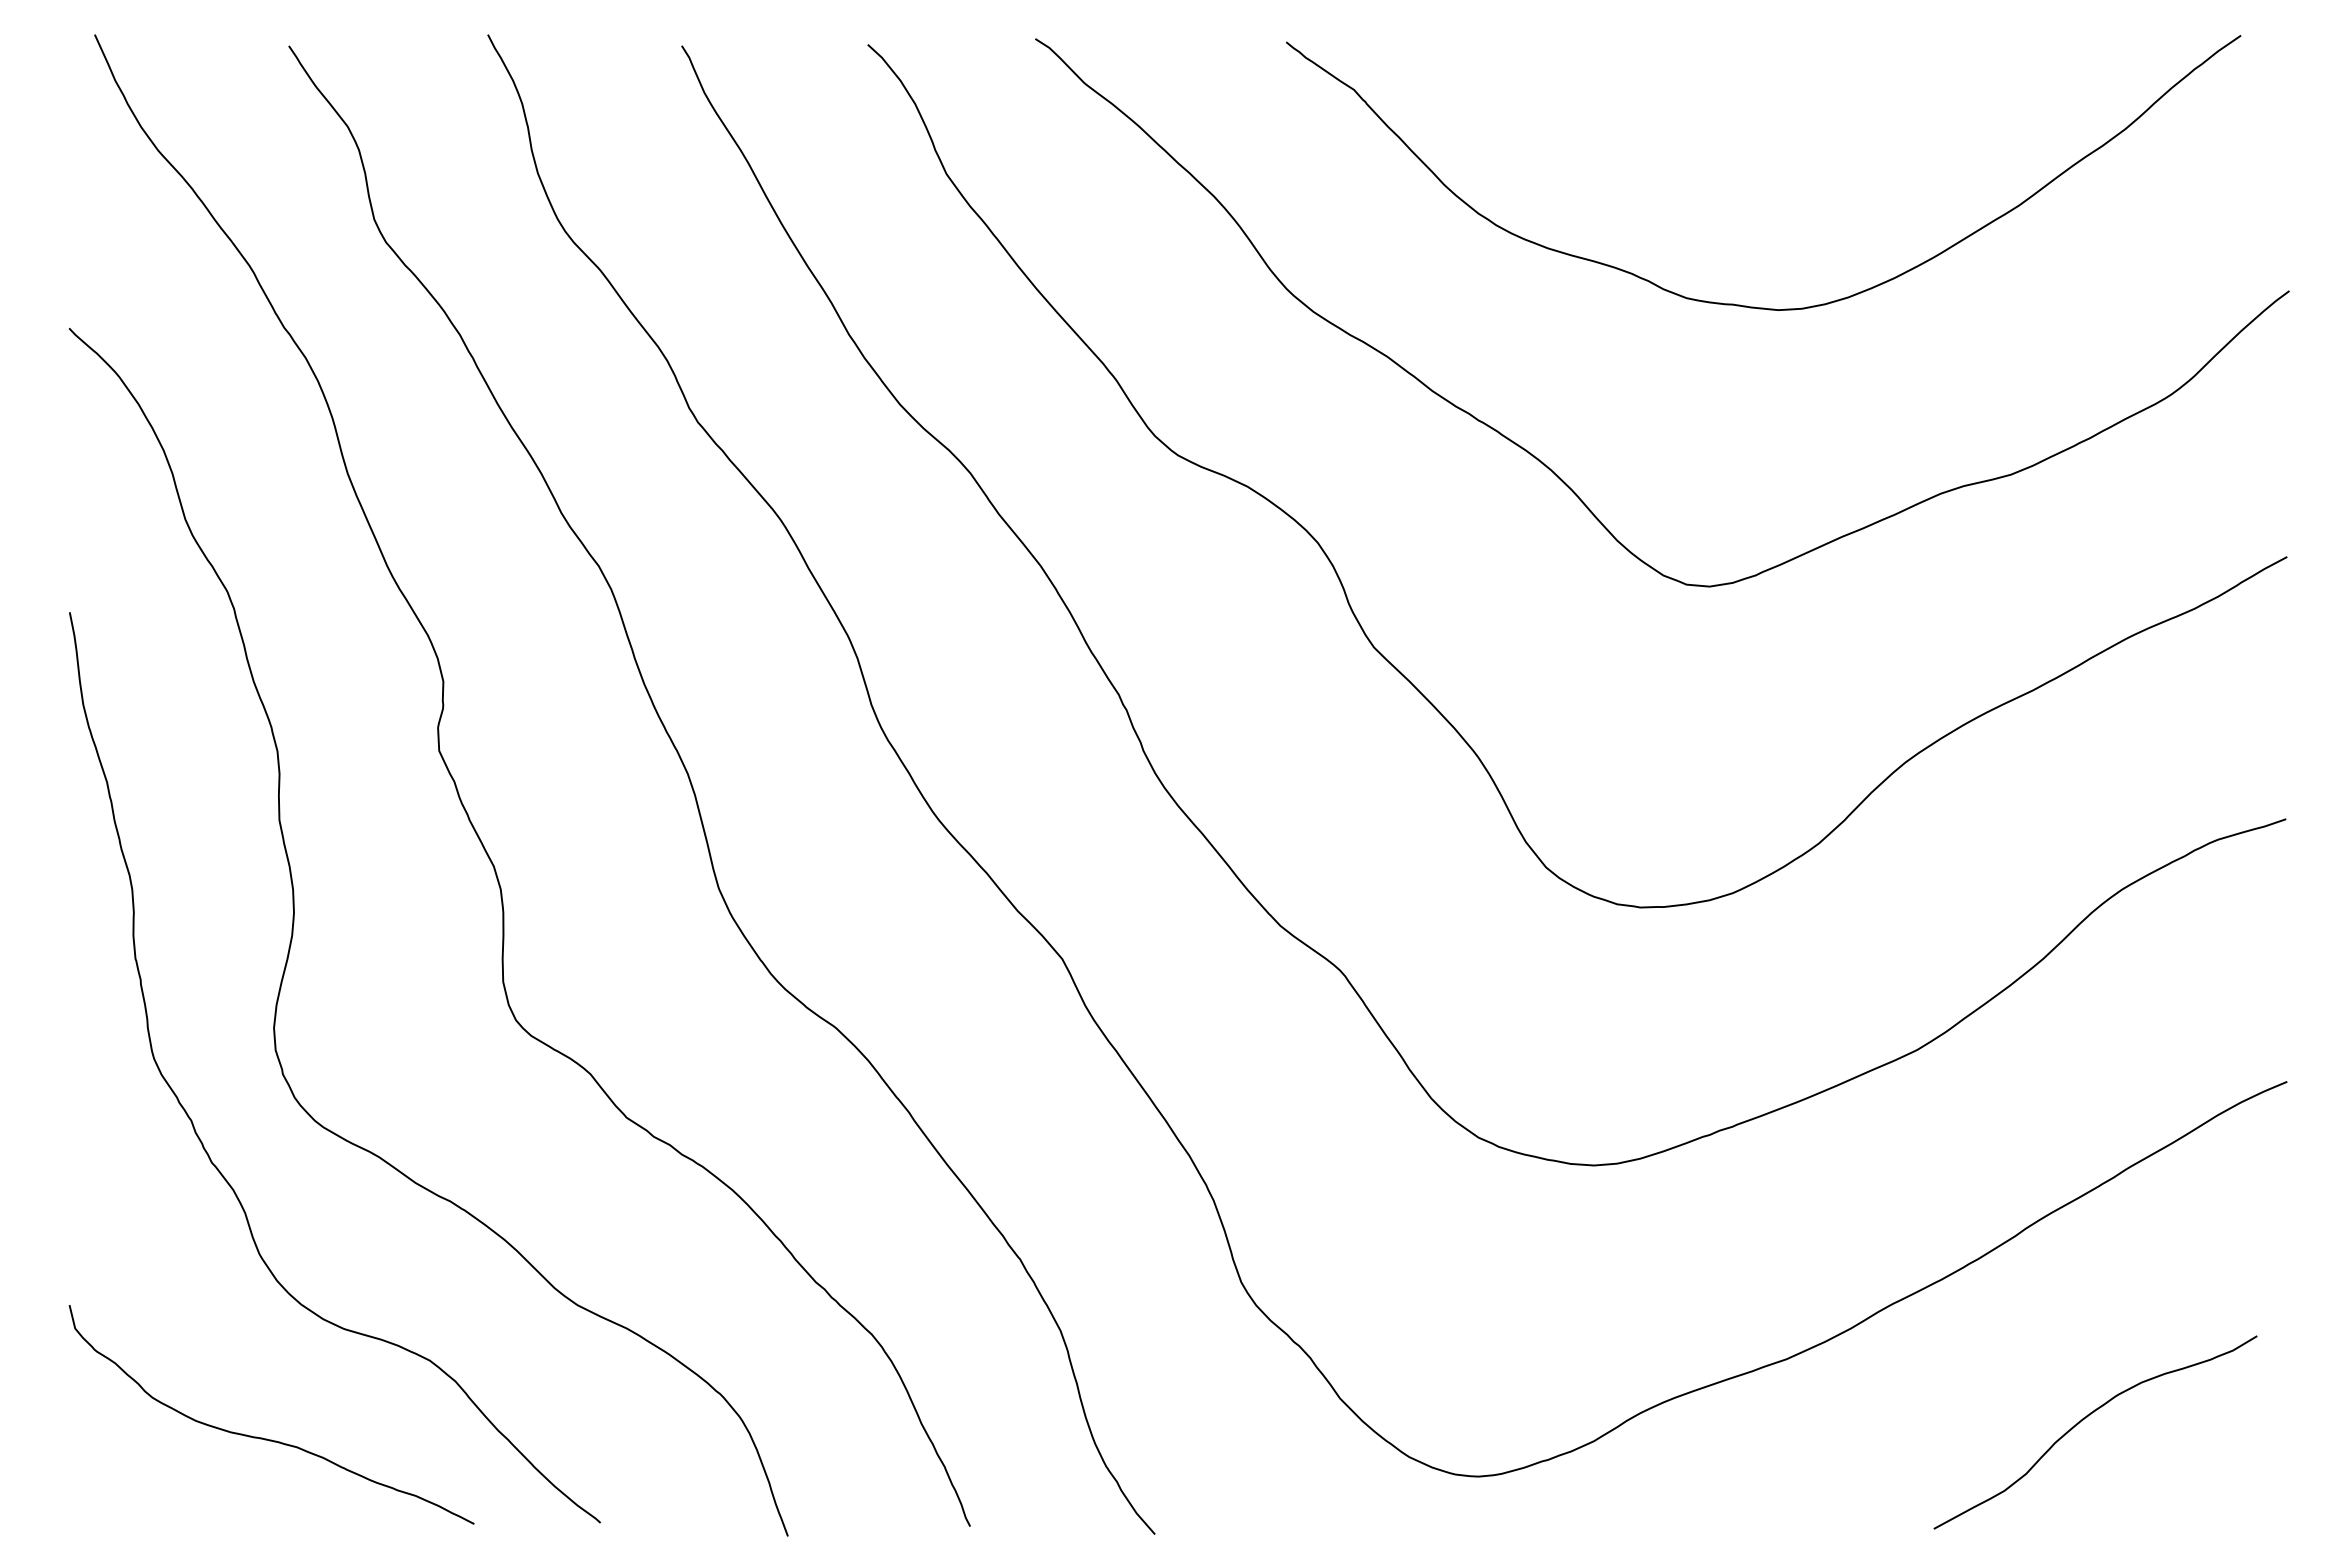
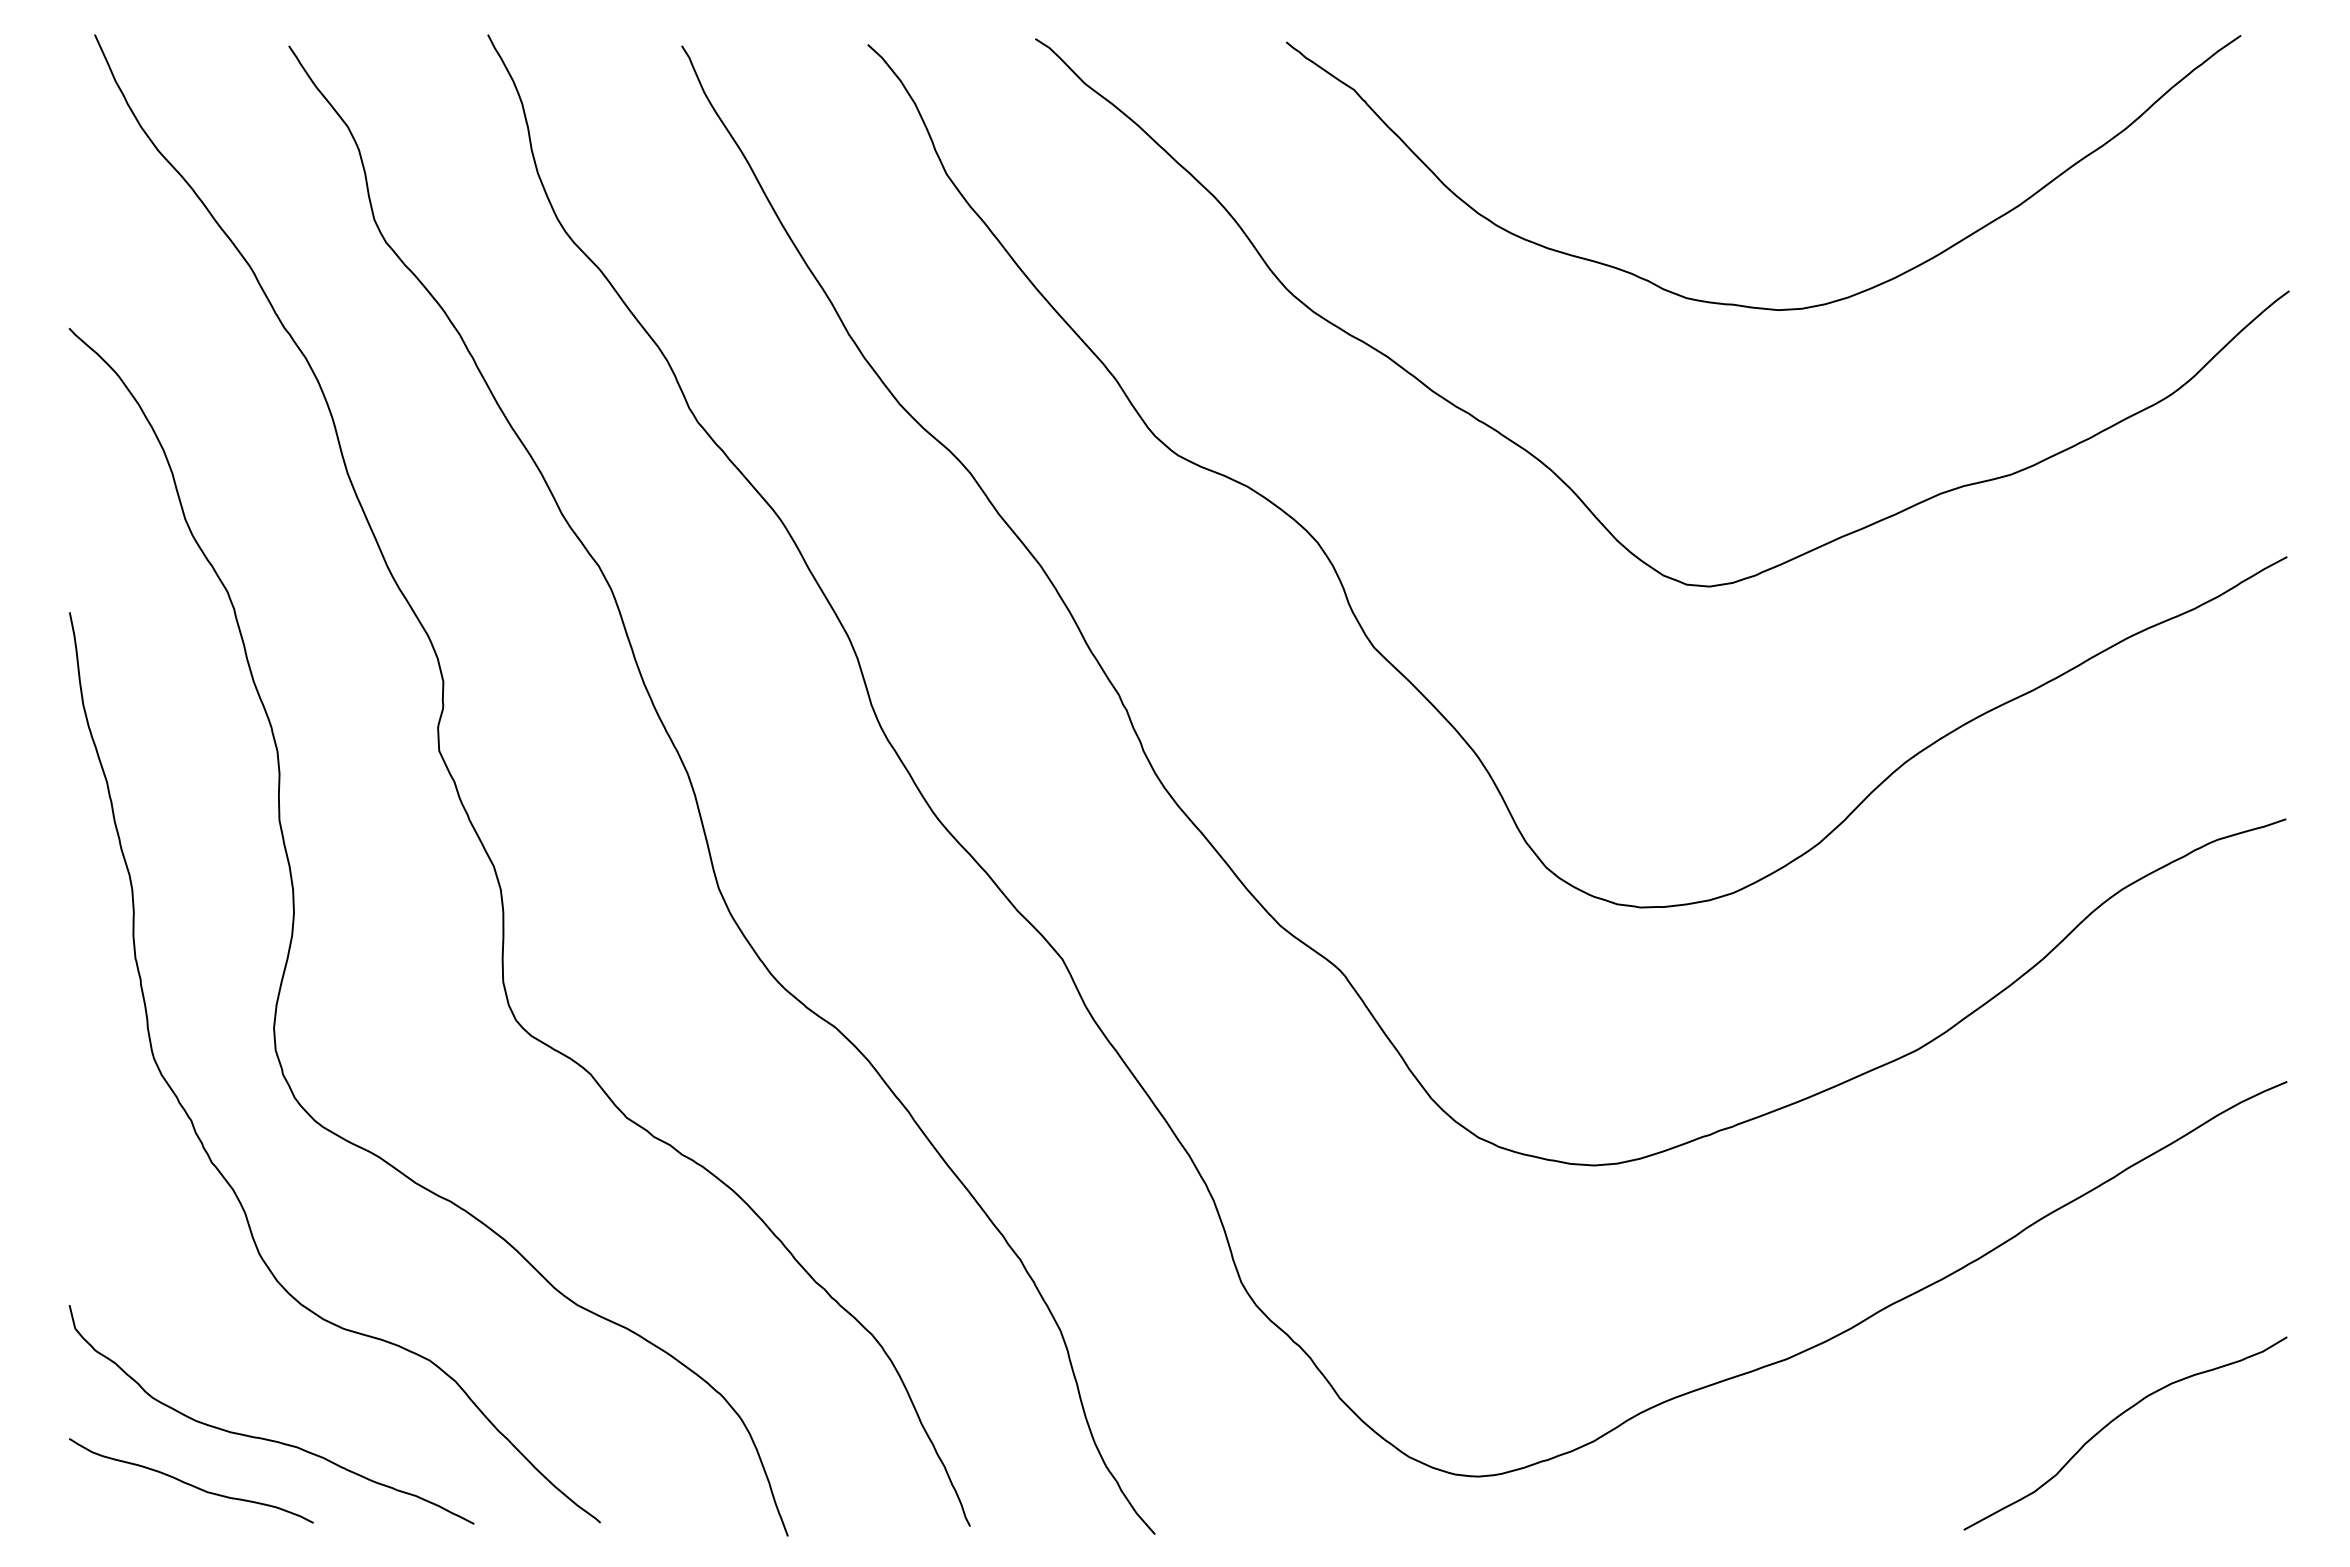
curve at (2083, 1420) position: (2083, 1420) -> (2113, 1421)
curve at (189, 1483): none -> present
